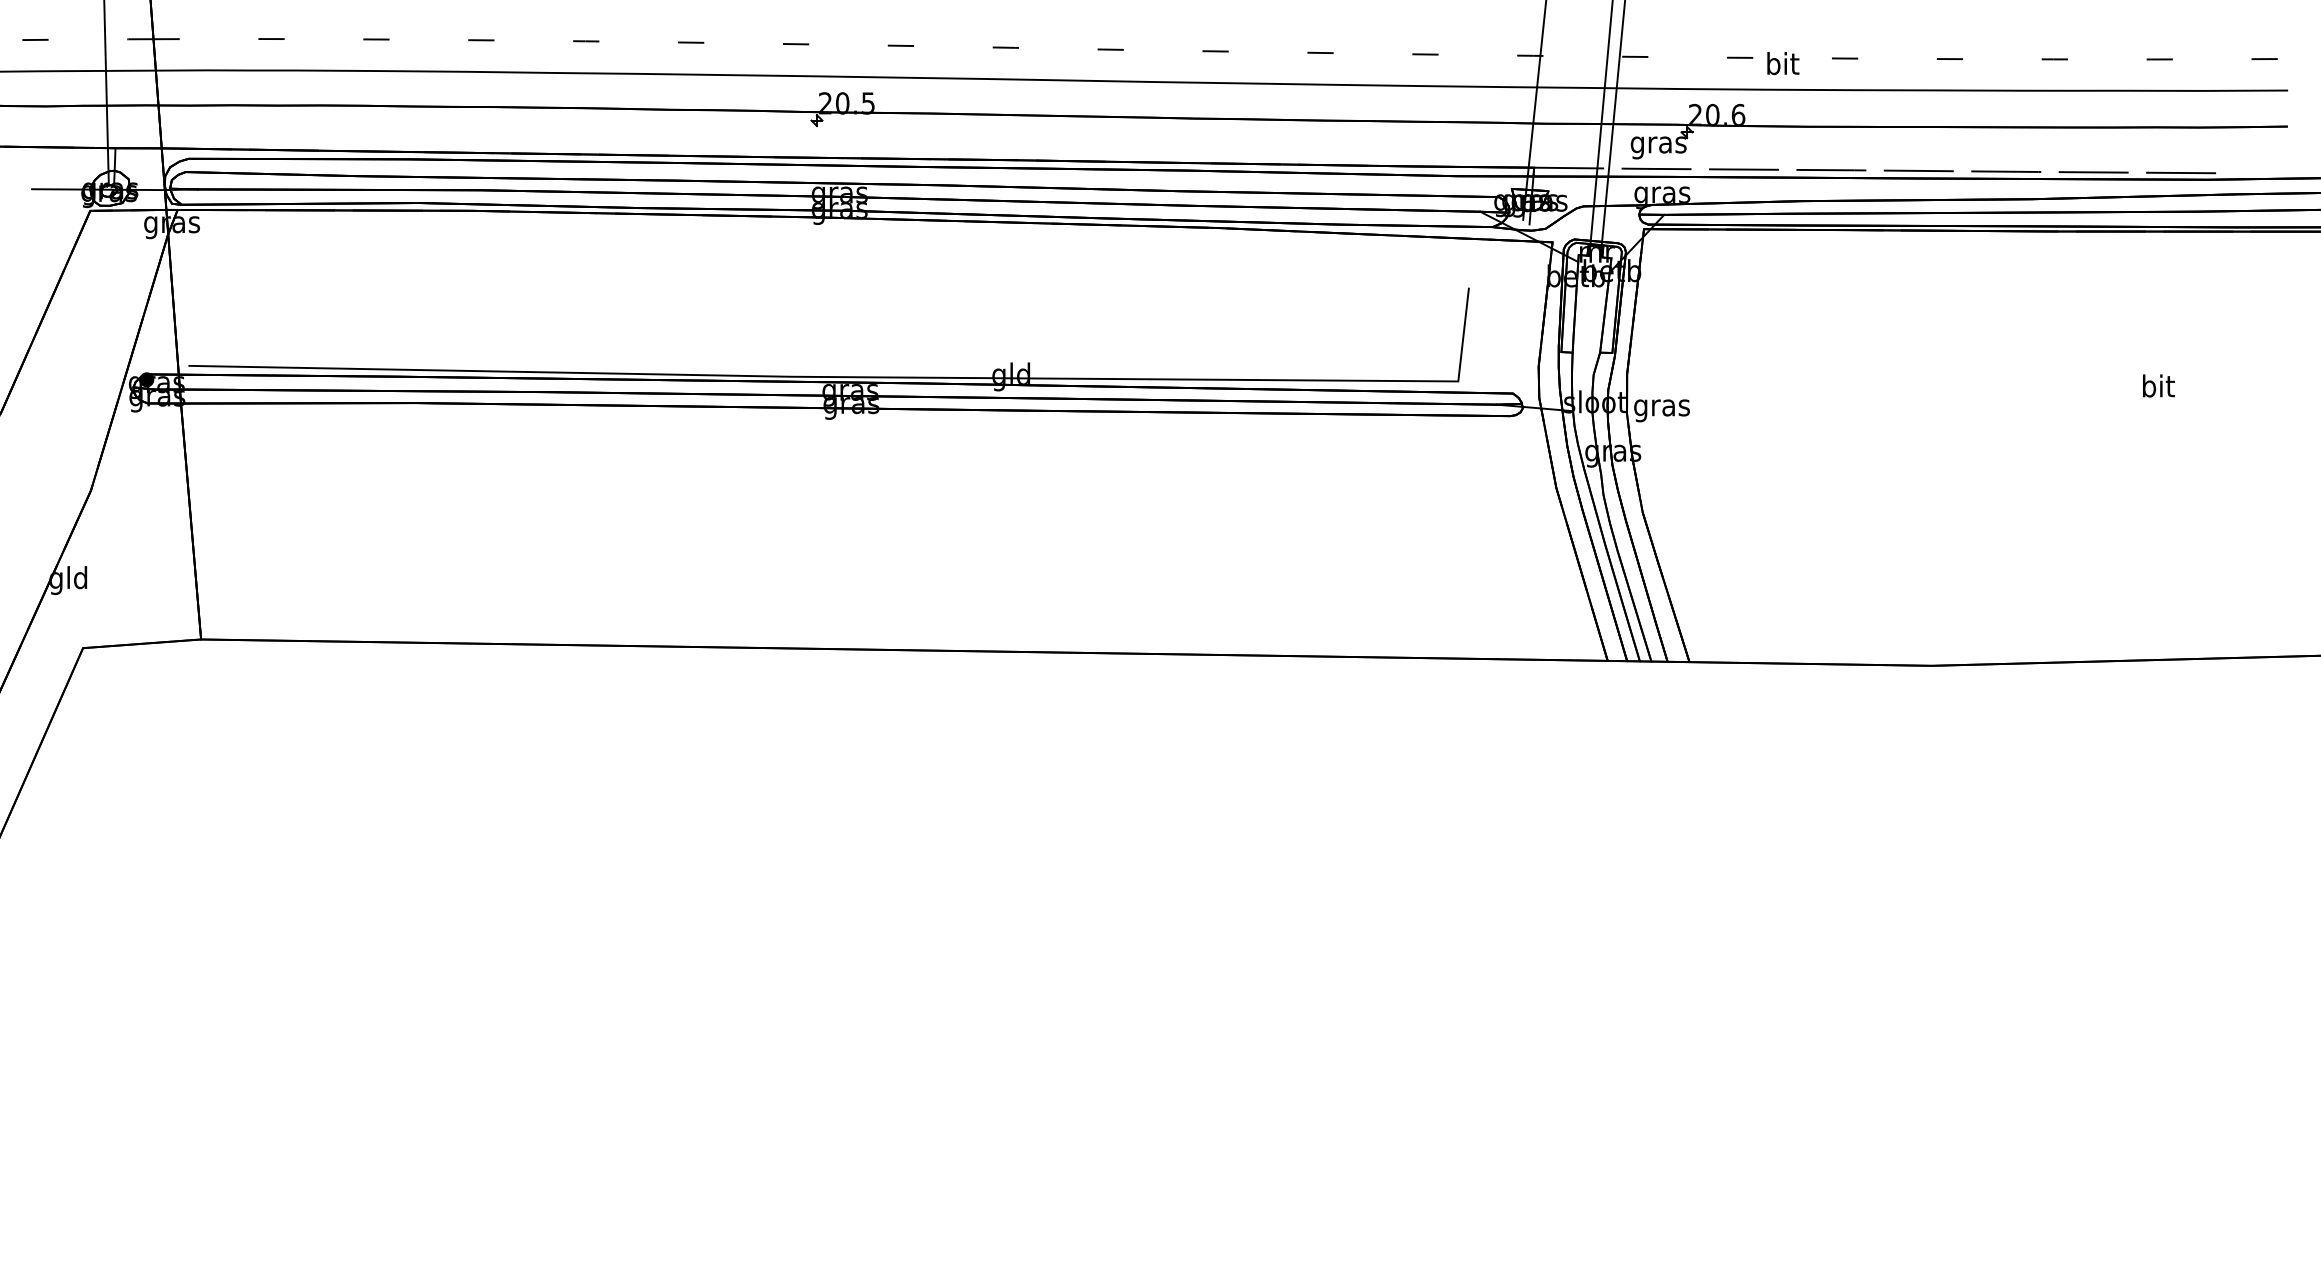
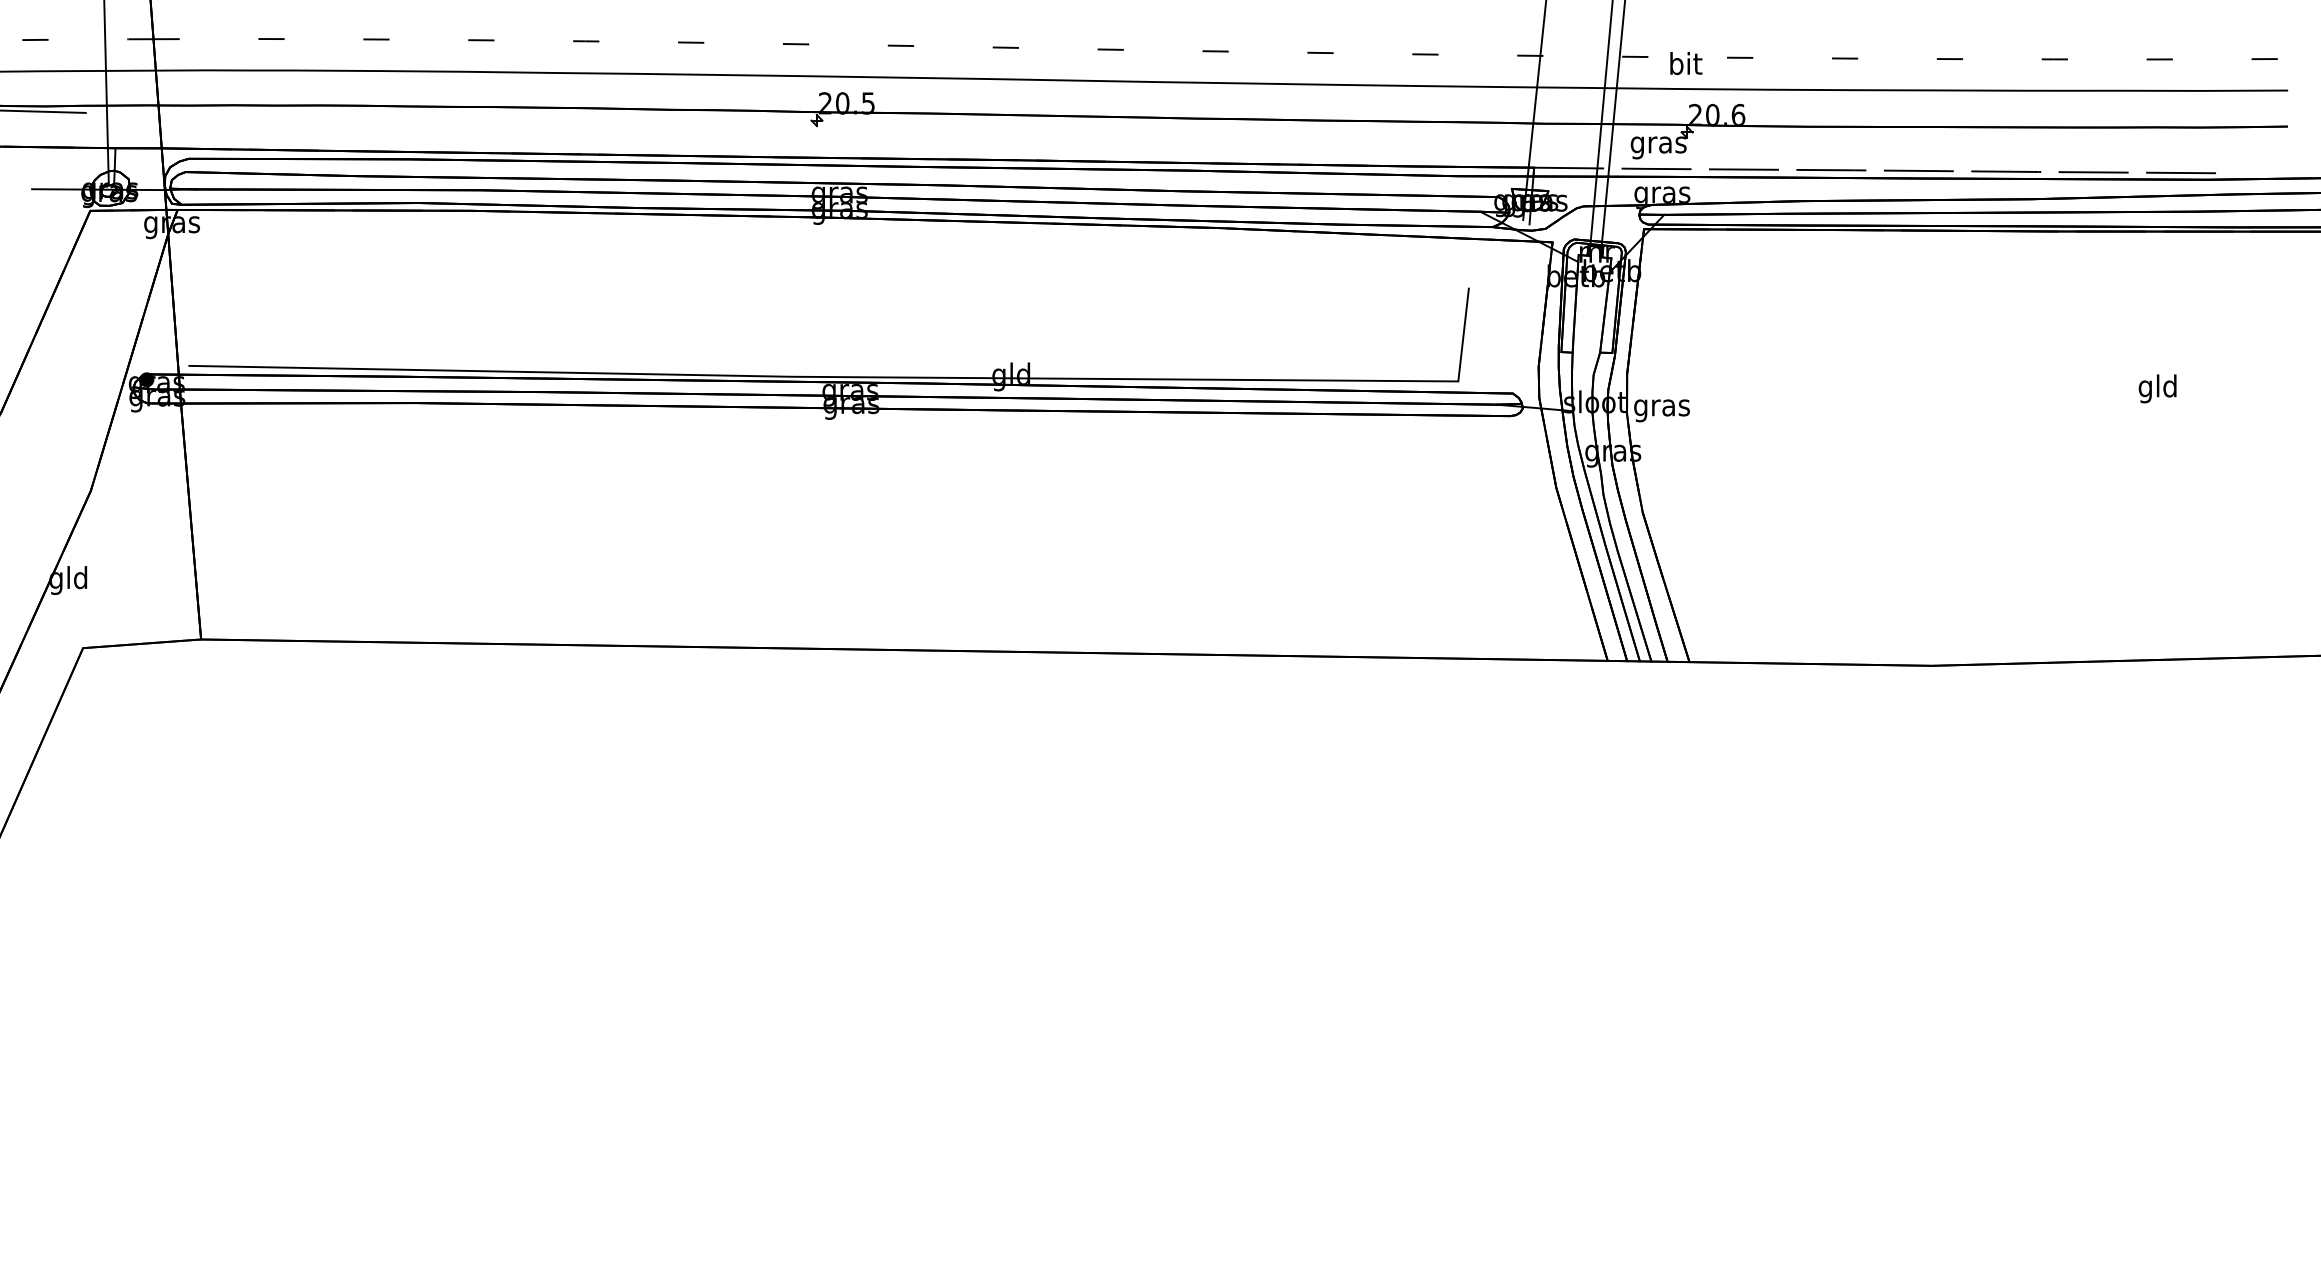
text at (1783, 63) position: (1783, 63) -> (1686, 63)
line at (43, 111): none -> present
text at (2157, 388): bit -> gld
